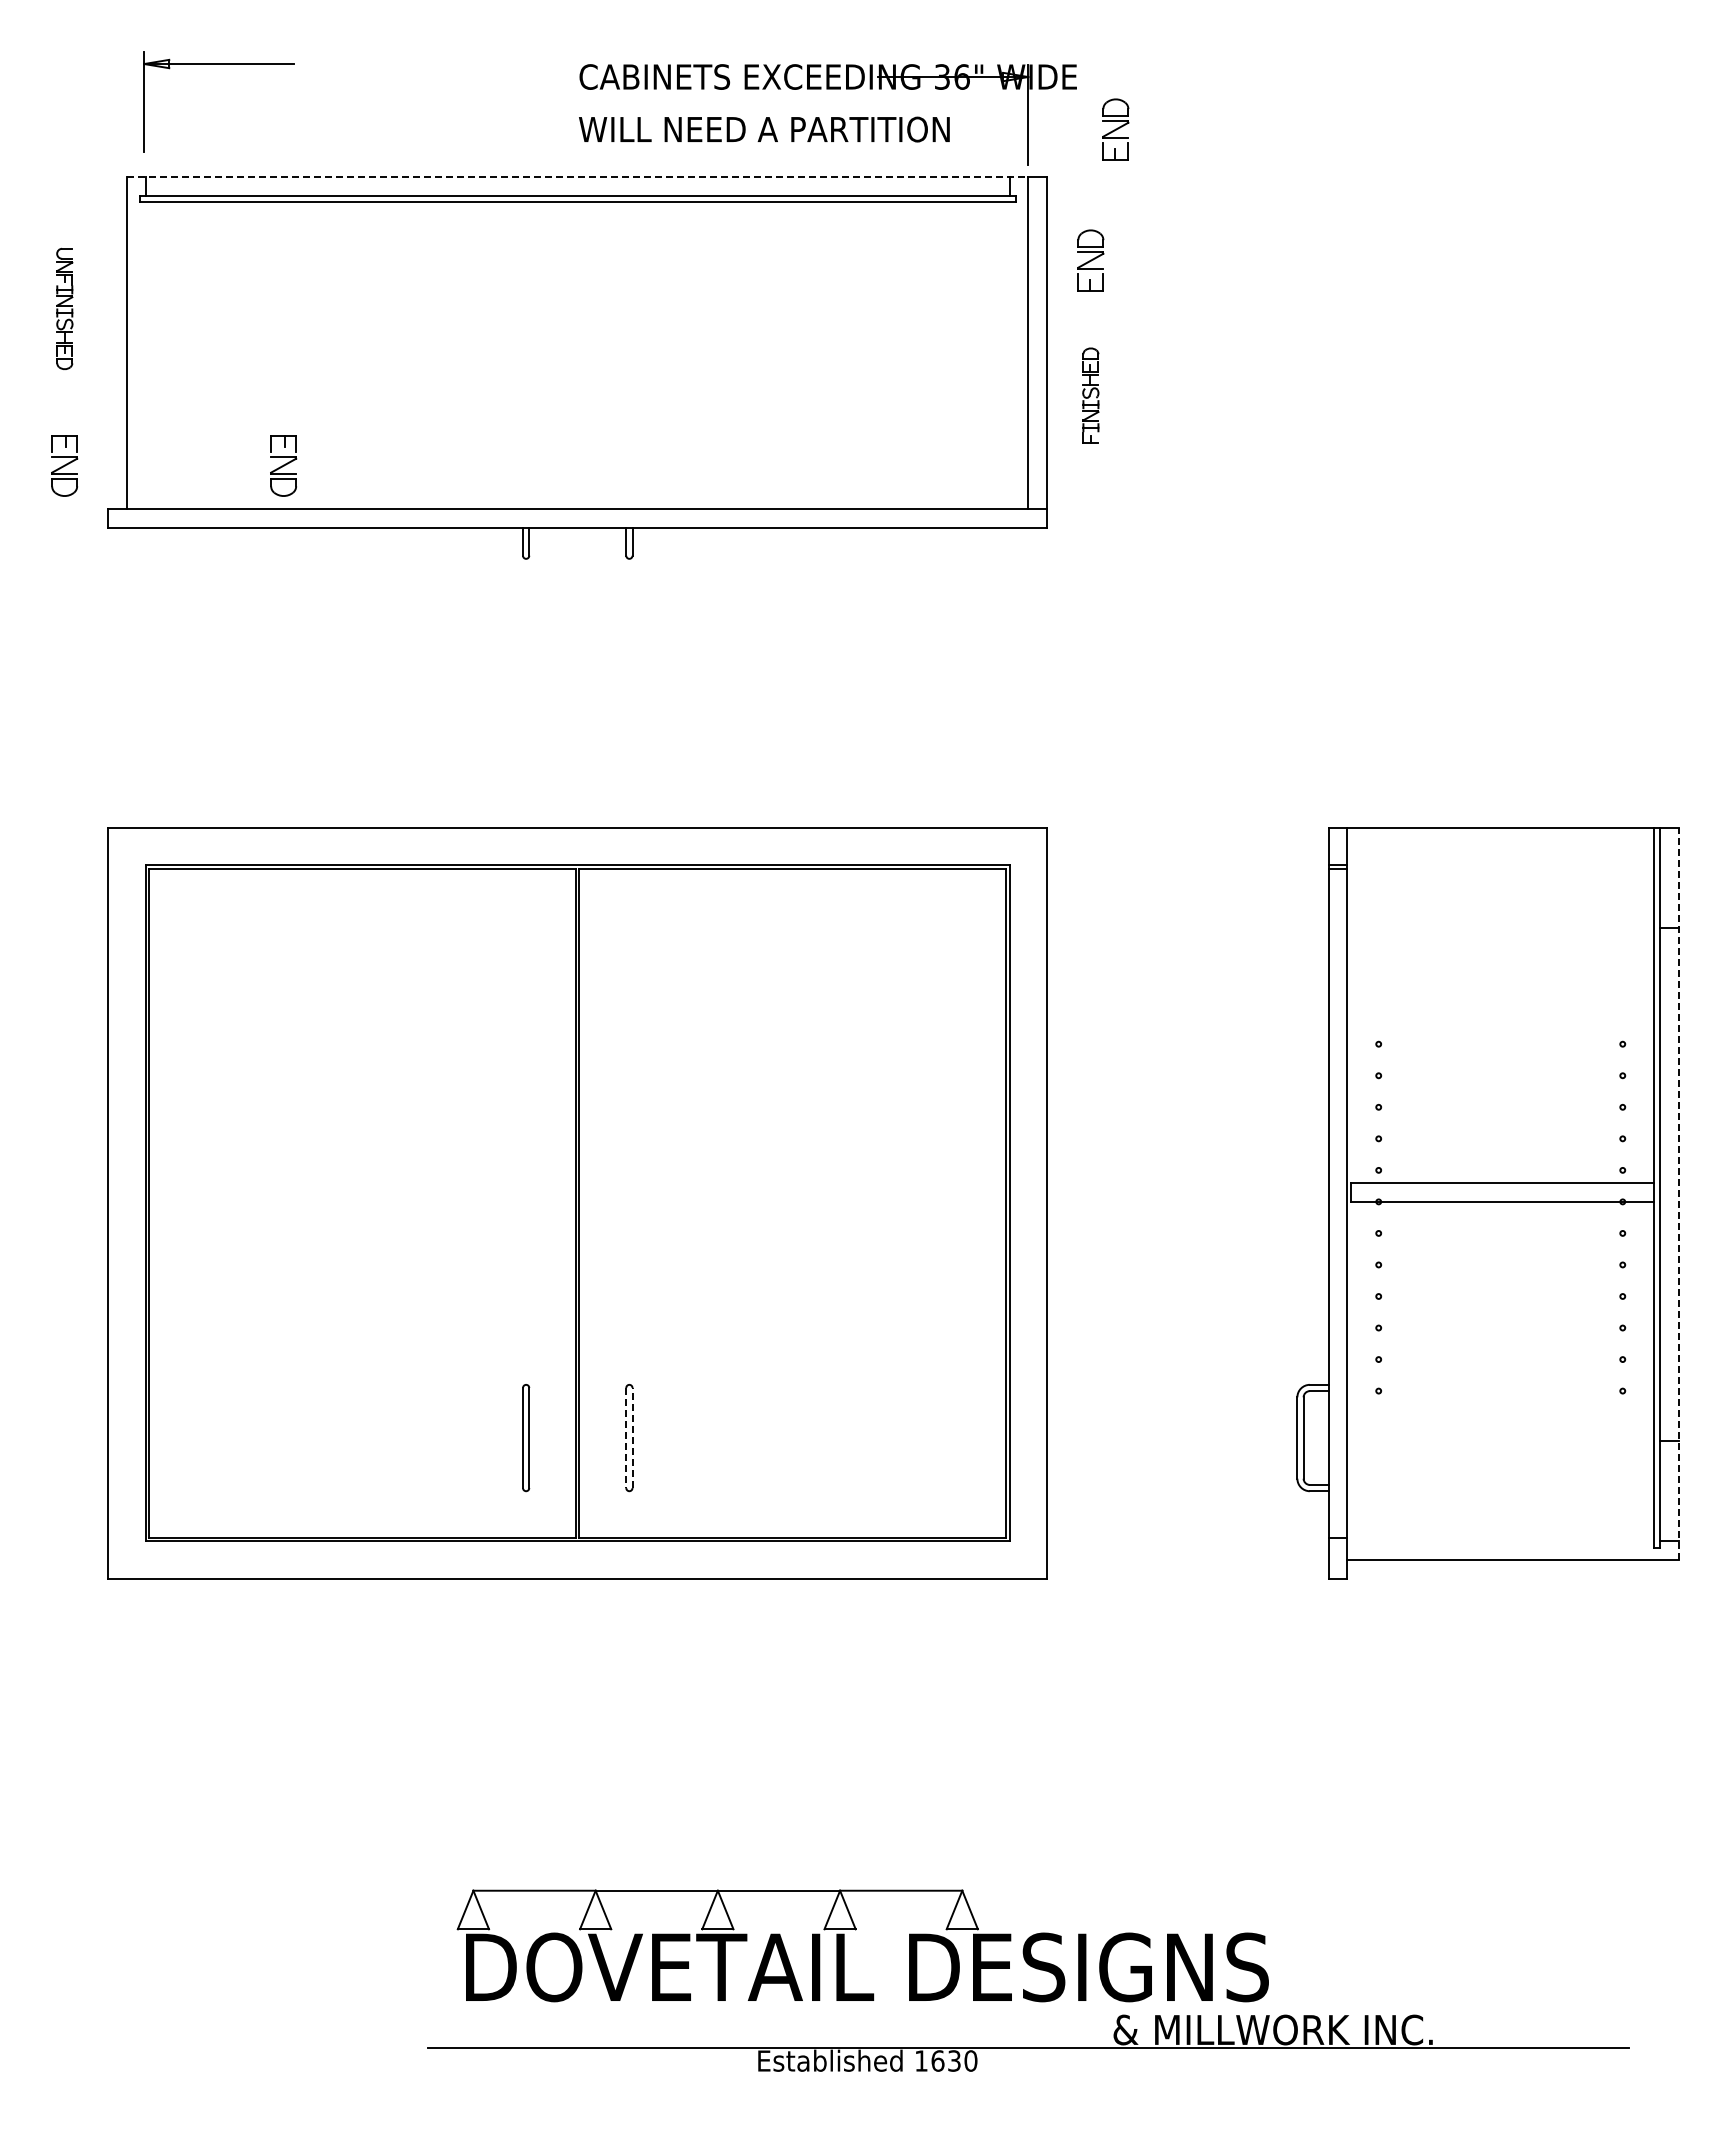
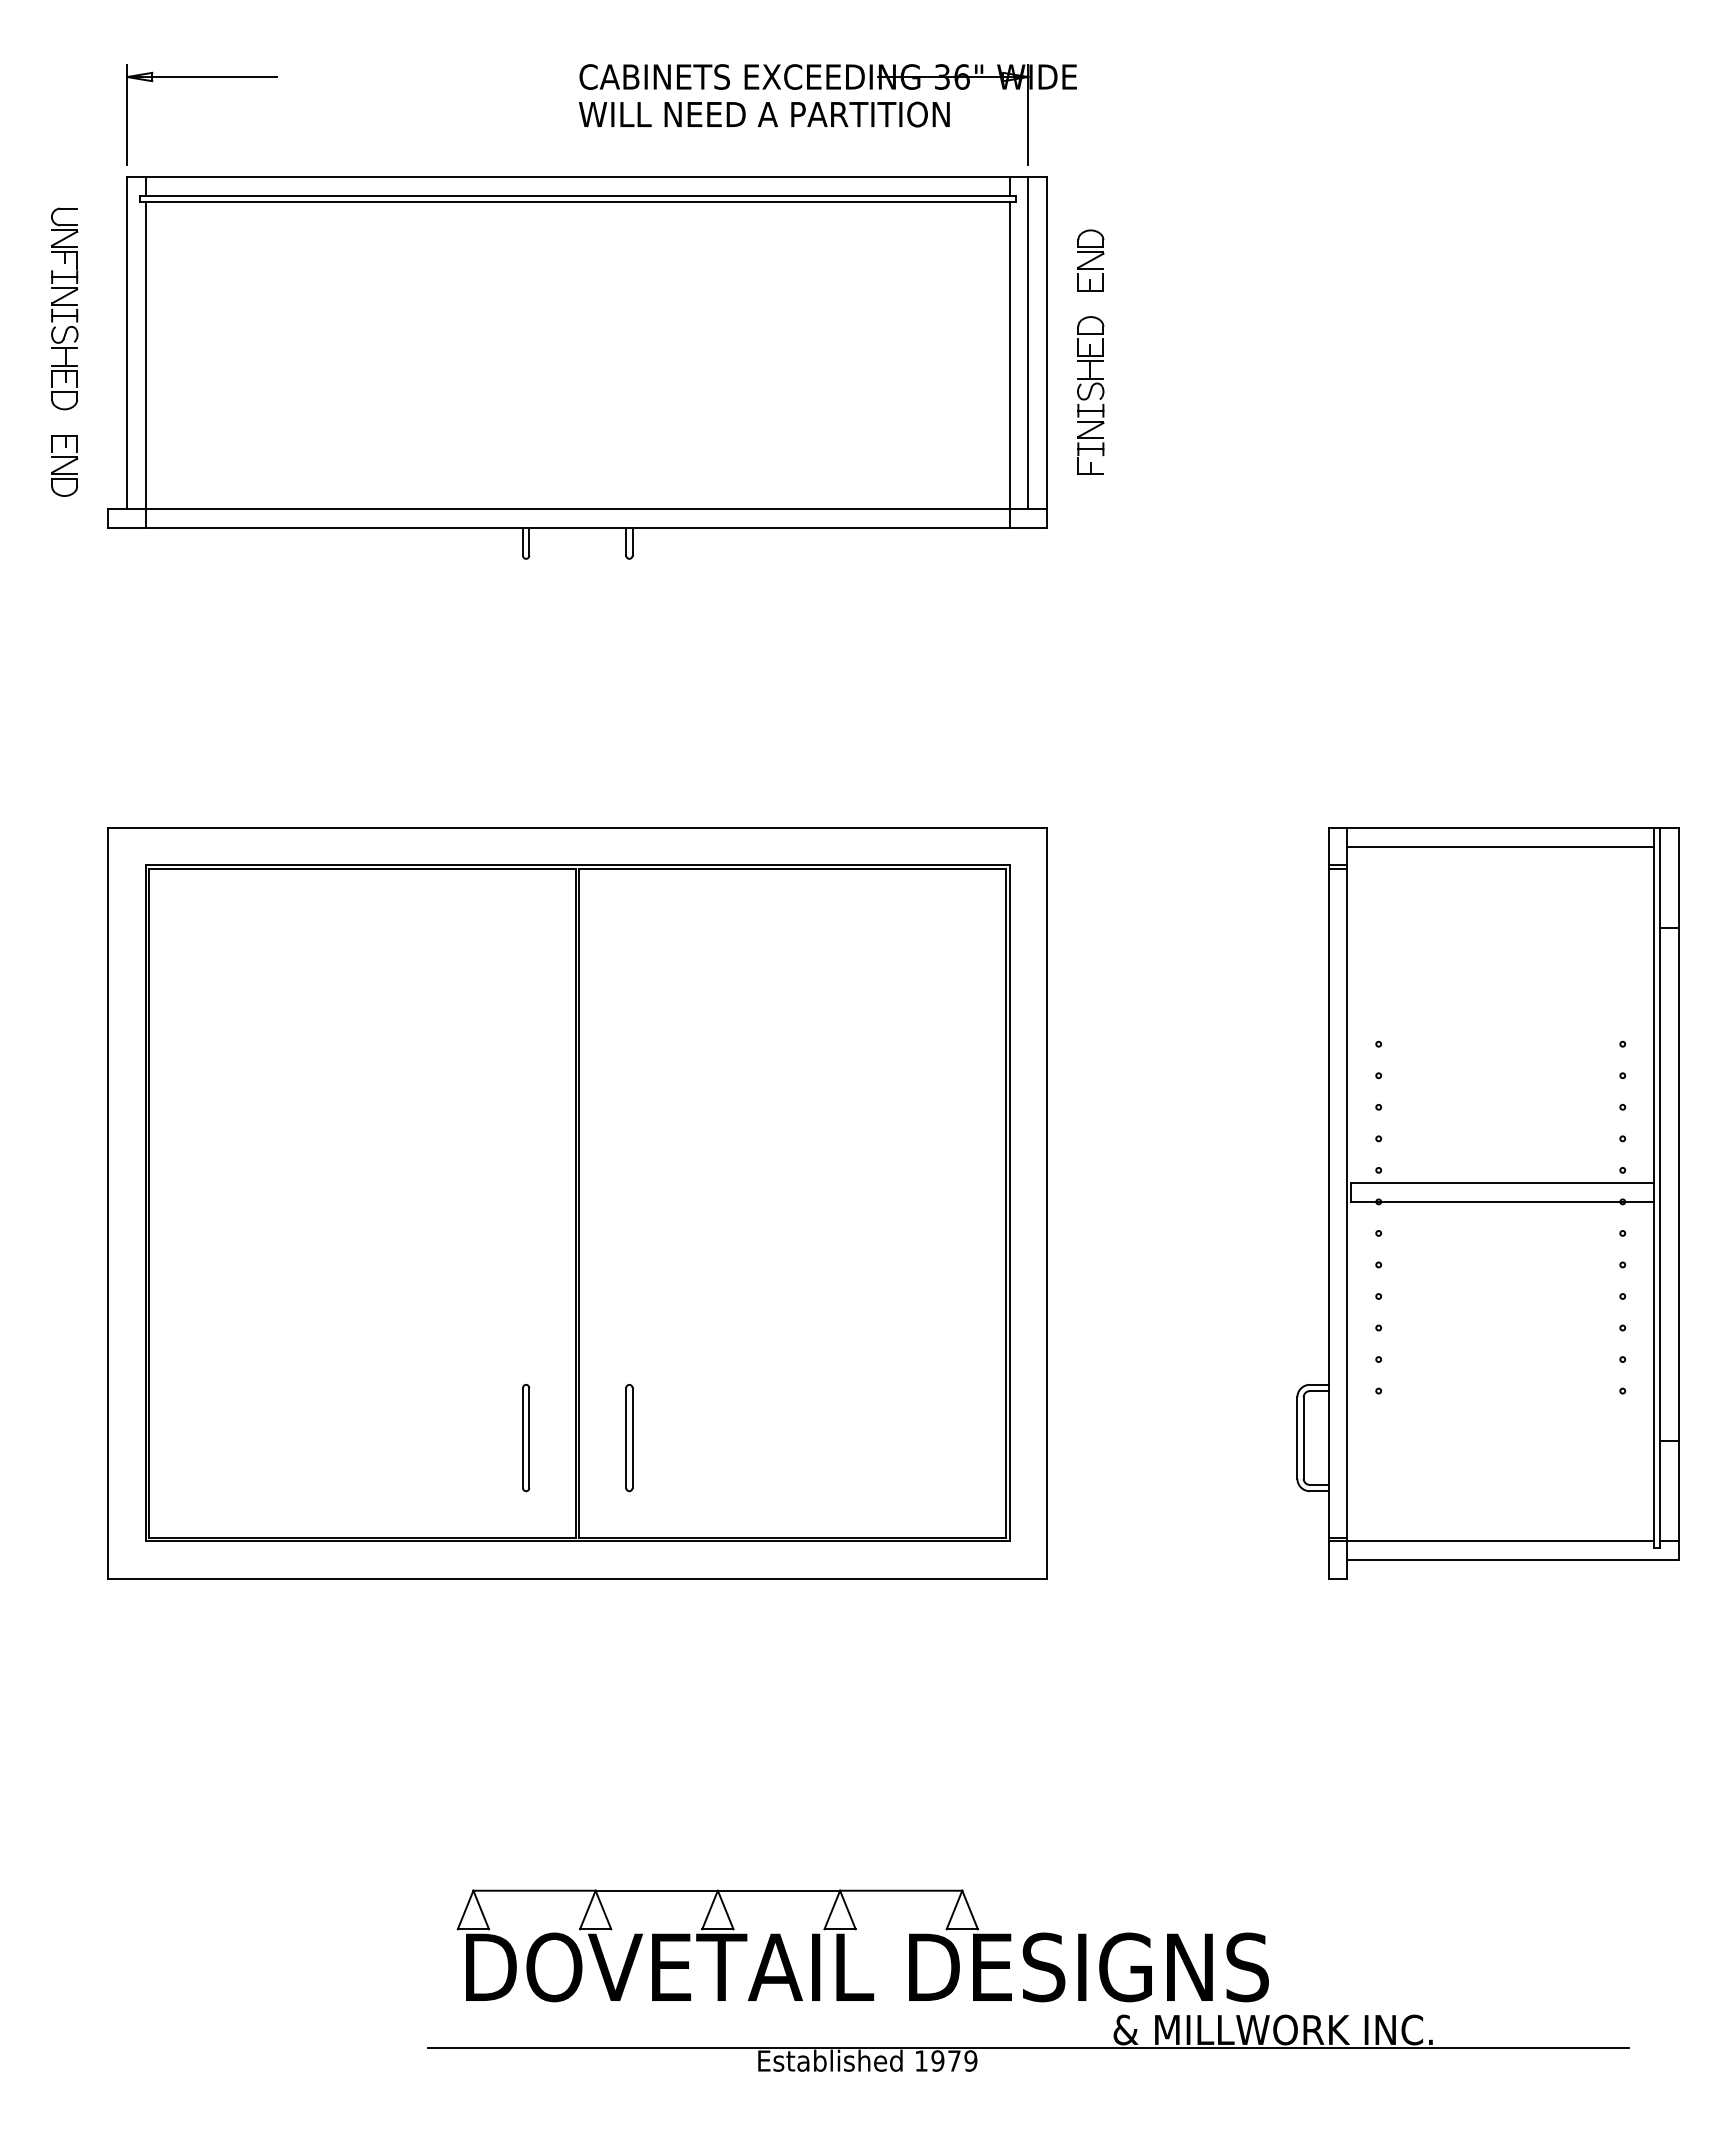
part at (218, 64) position: (218, 64) -> (201, 77)
text at (764, 129) position: (764, 129) -> (764, 114)
part at (1115, 129): present -> none
line at (577, 177): dashed -> solid
part at (64, 308) size: 18x123 px -> 28x204 px
line at (146, 364): none -> present
line at (1009, 364): none -> present
part at (1090, 395) size: 18x97 px -> 28x159 px
part at (283, 465): present -> none
line at (1500, 846): none -> present
line at (1679, 1193): dashed -> solid
line at (632, 1437): dashed -> solid
line at (626, 1438): dashed -> solid
line at (1491, 1541): none -> present
text at (954, 2060): 1630 -> 1979
